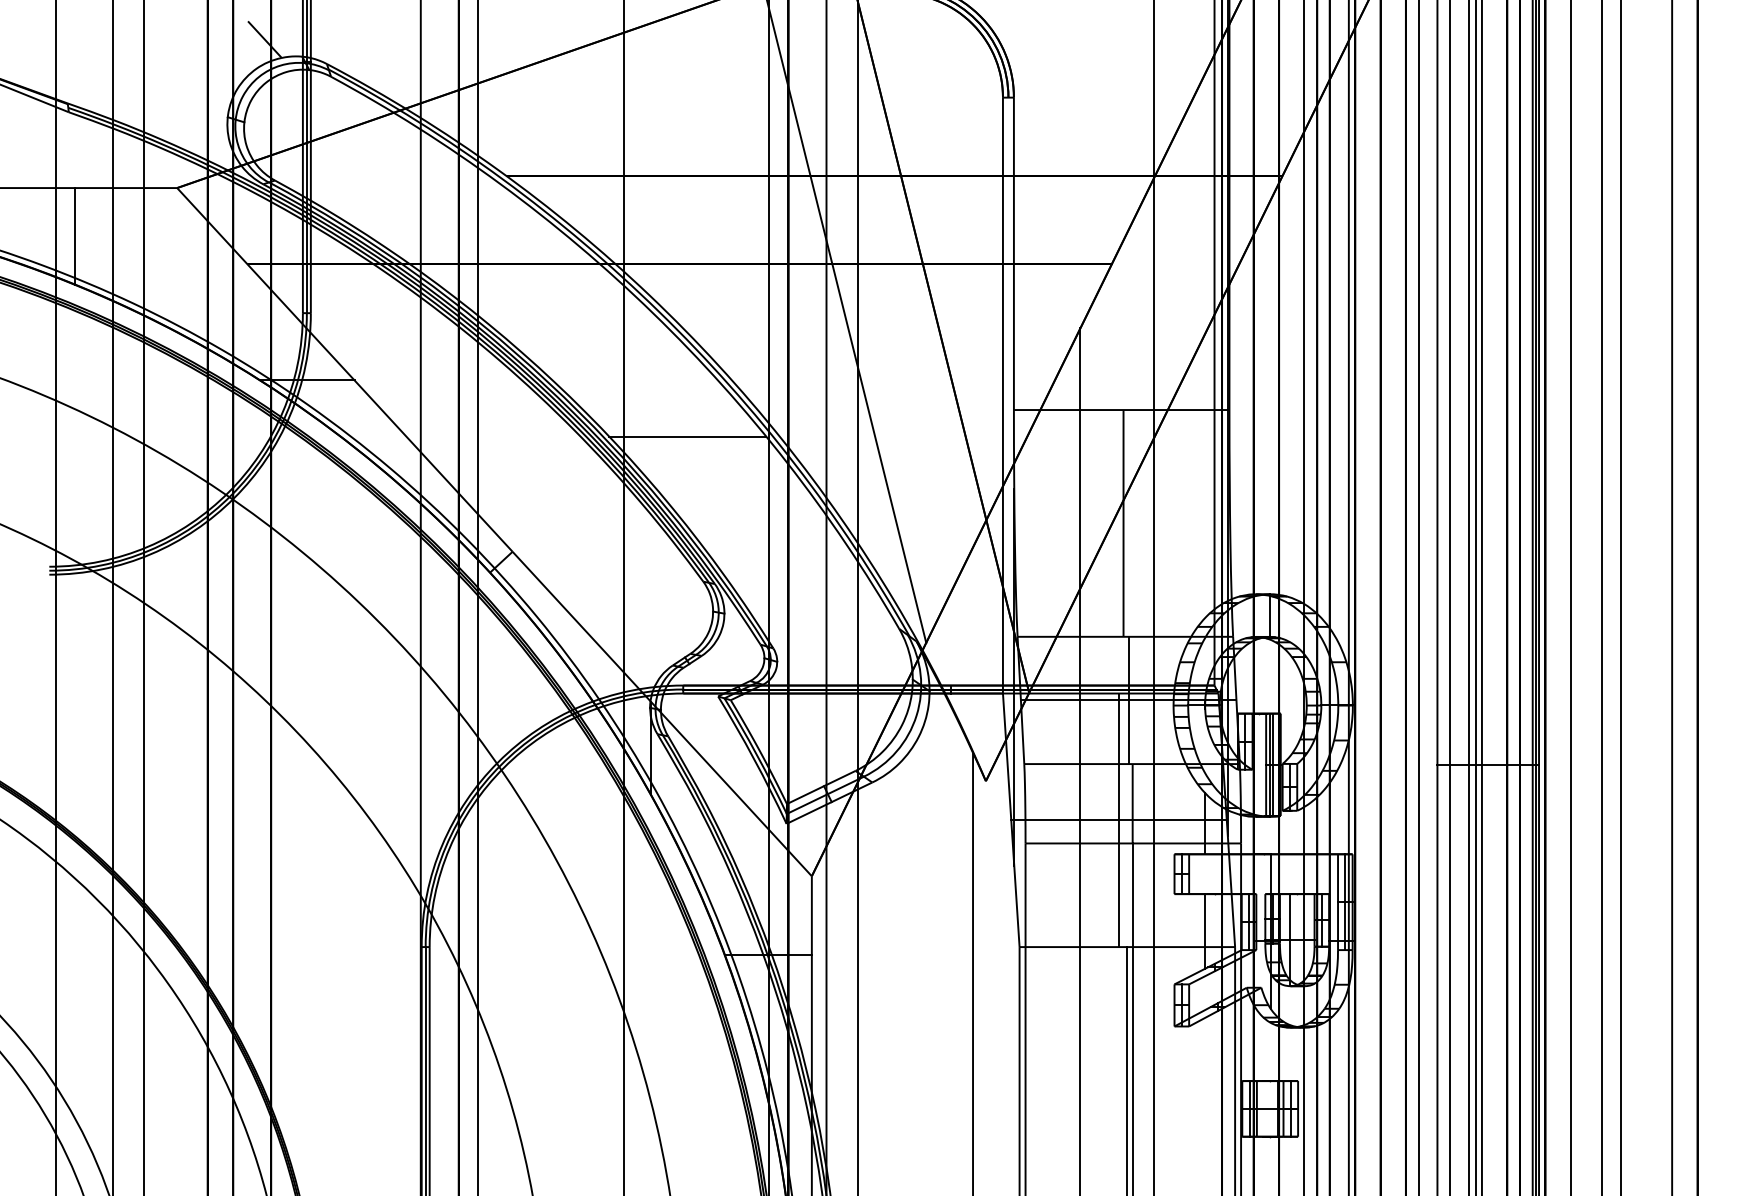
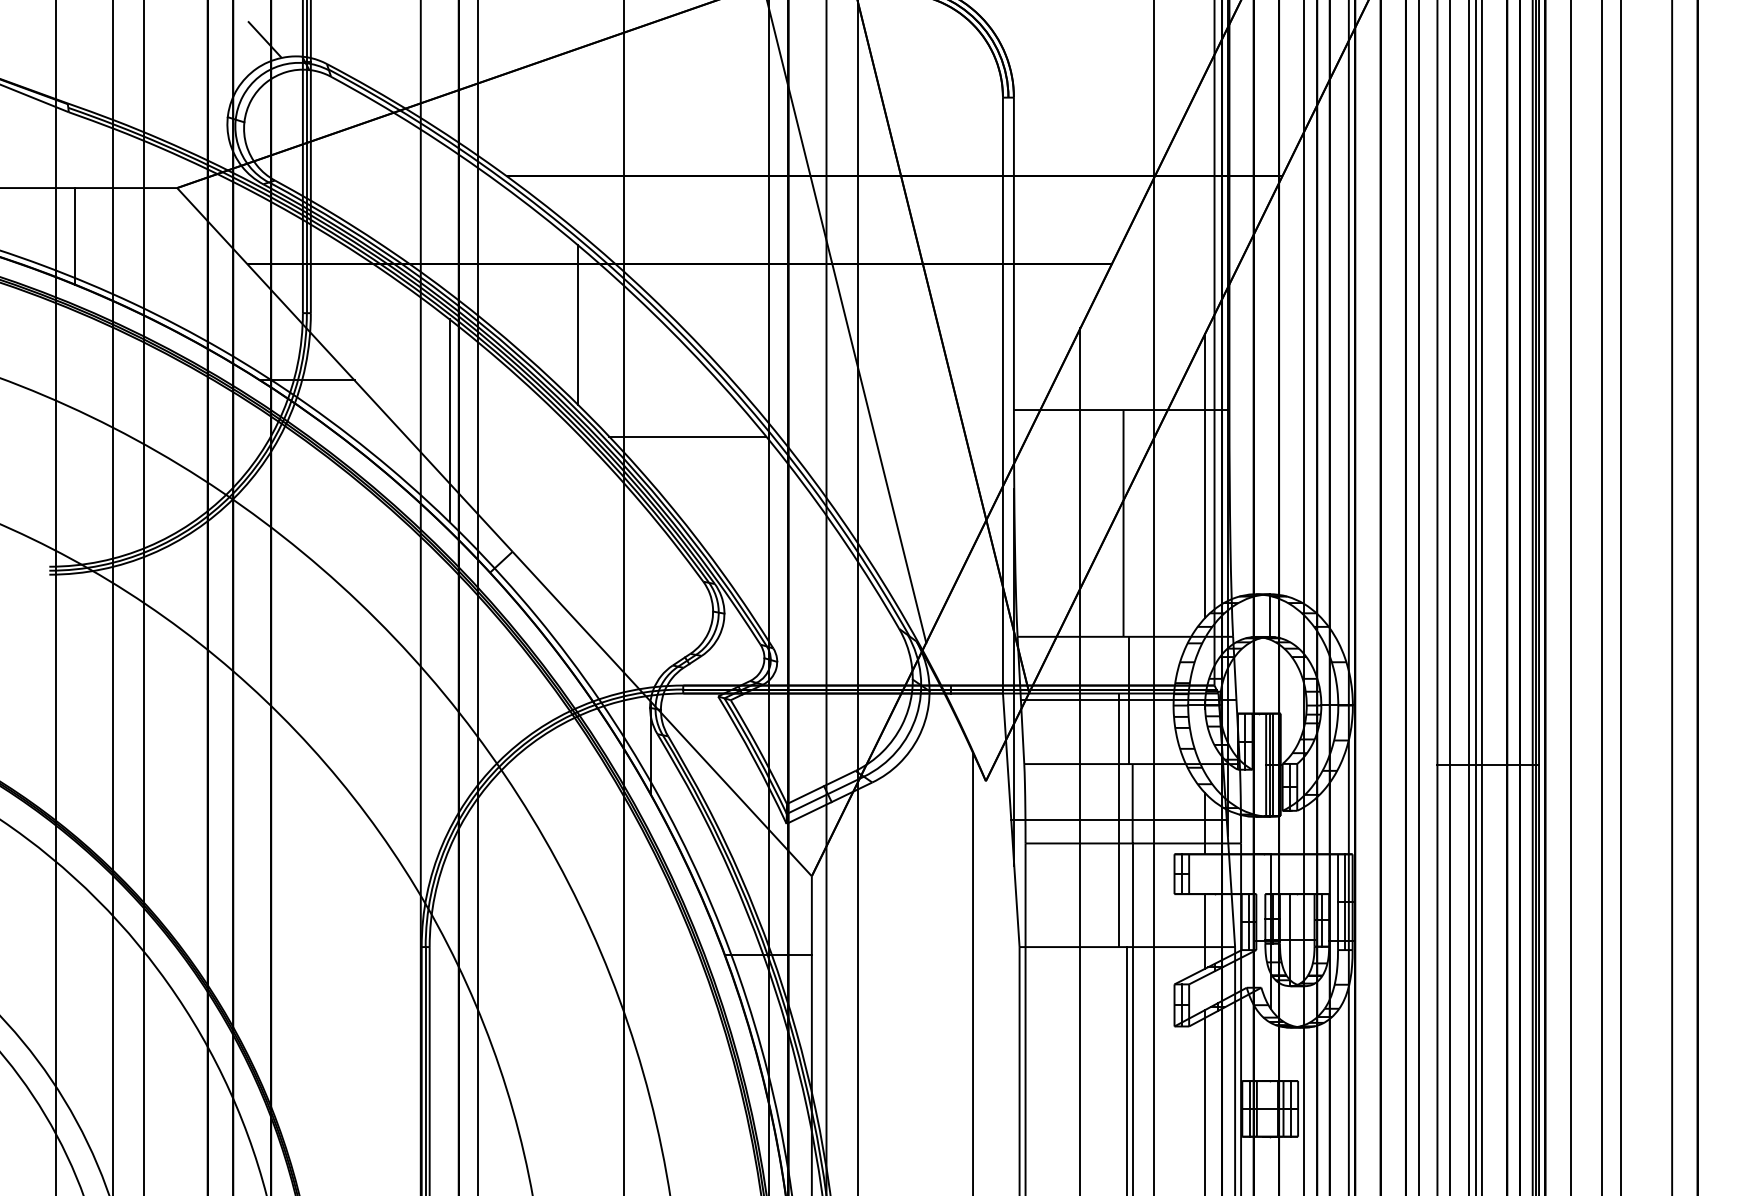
line at (578, 325): none -> present
line at (449, 420): none -> present
line at (1205, 475): none -> present
line at (1205, 1101): none -> present
